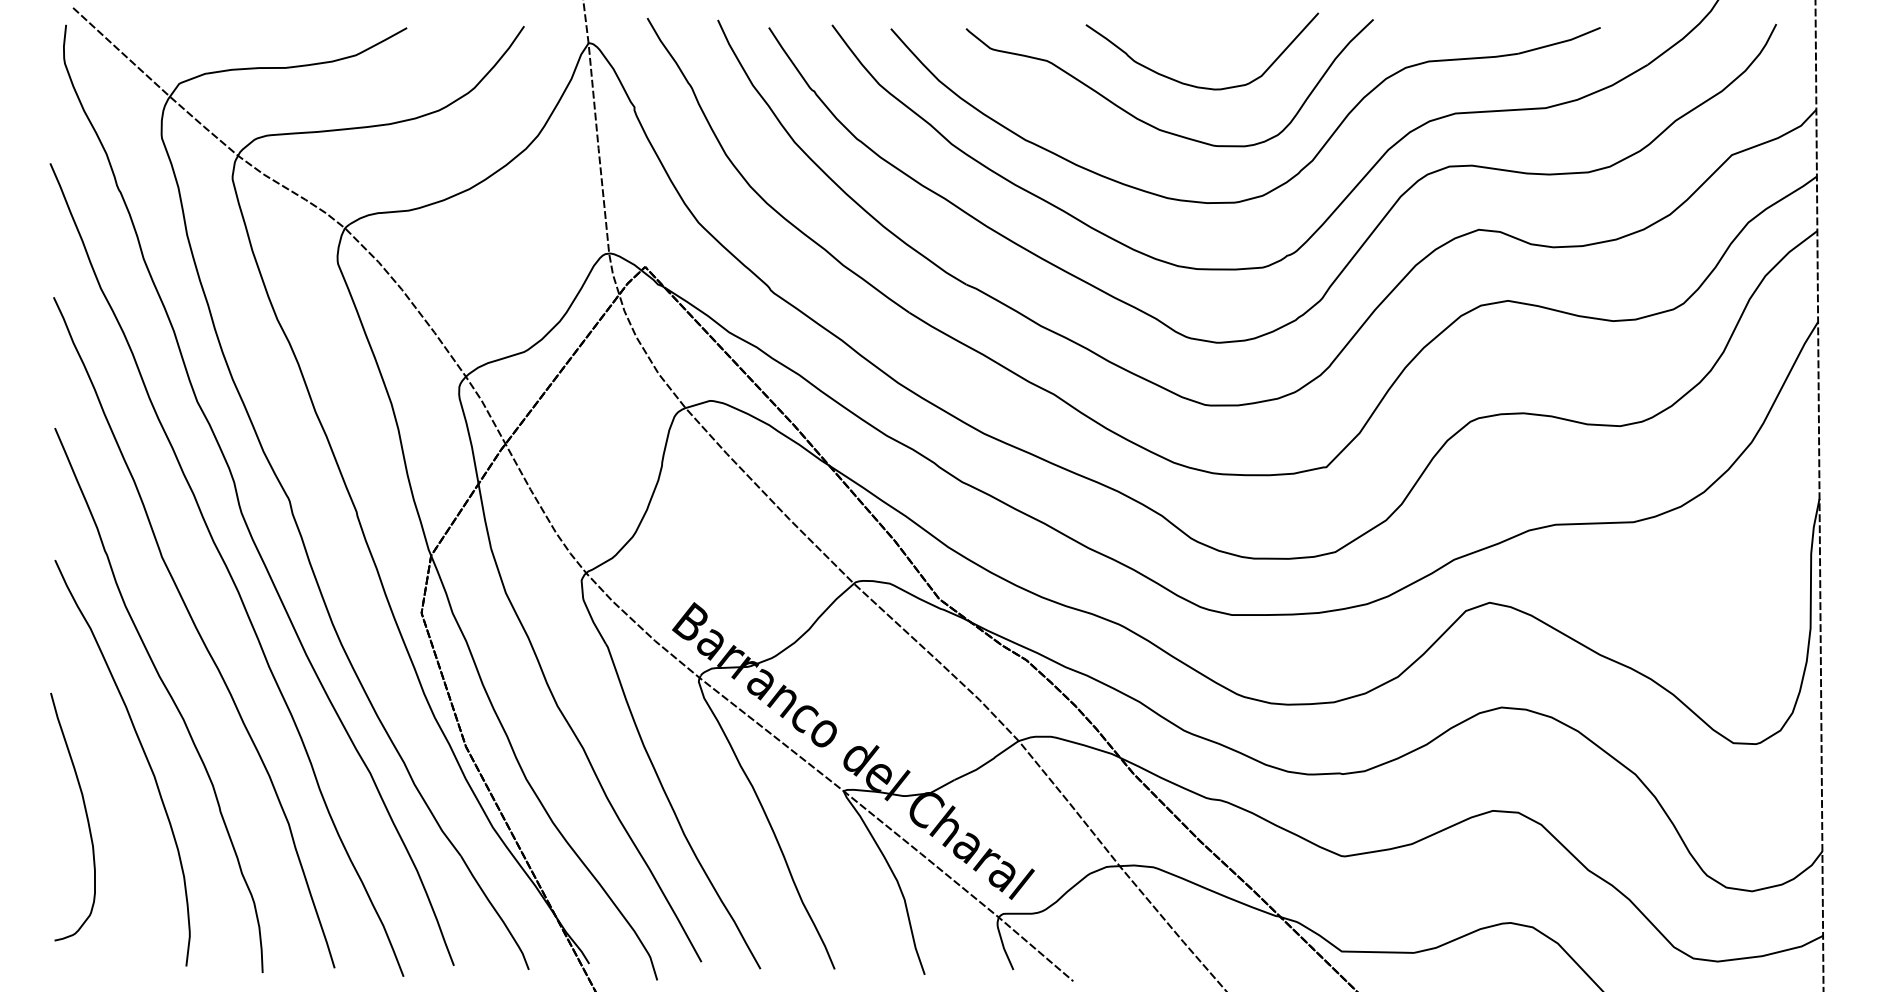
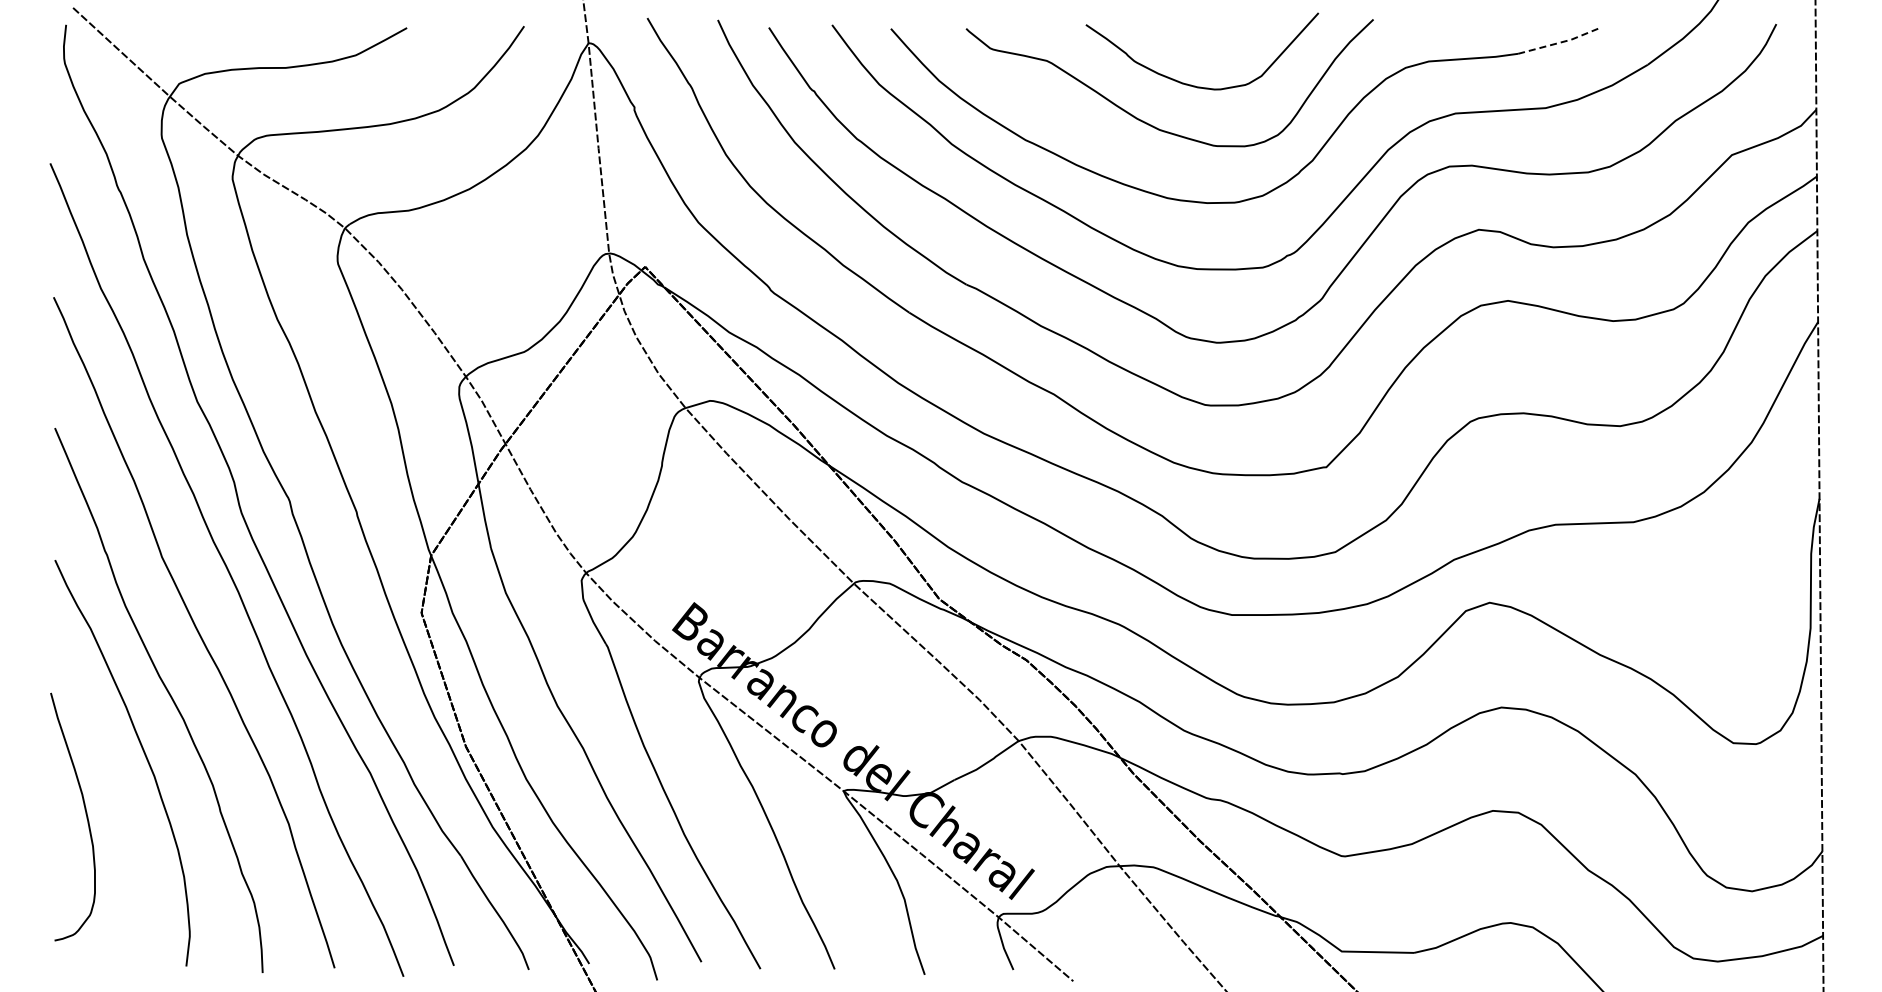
line at (1560, 42): solid -> dashed
